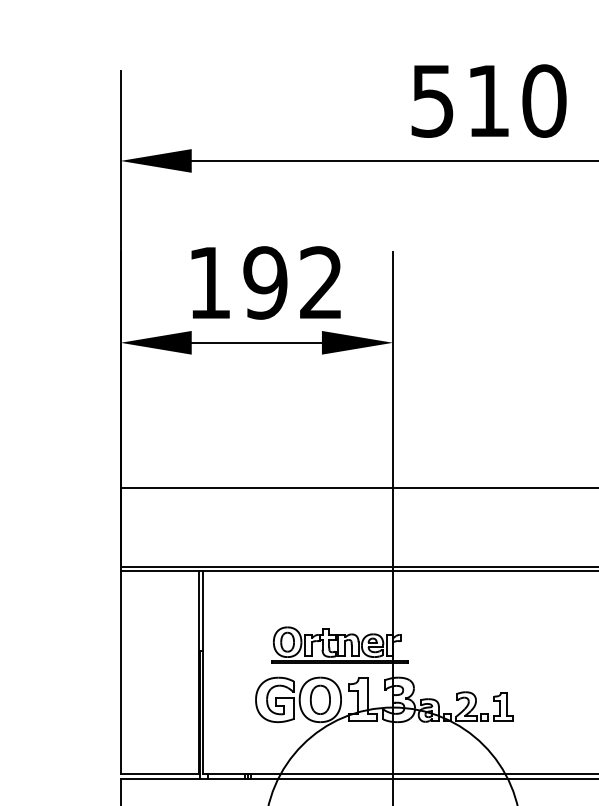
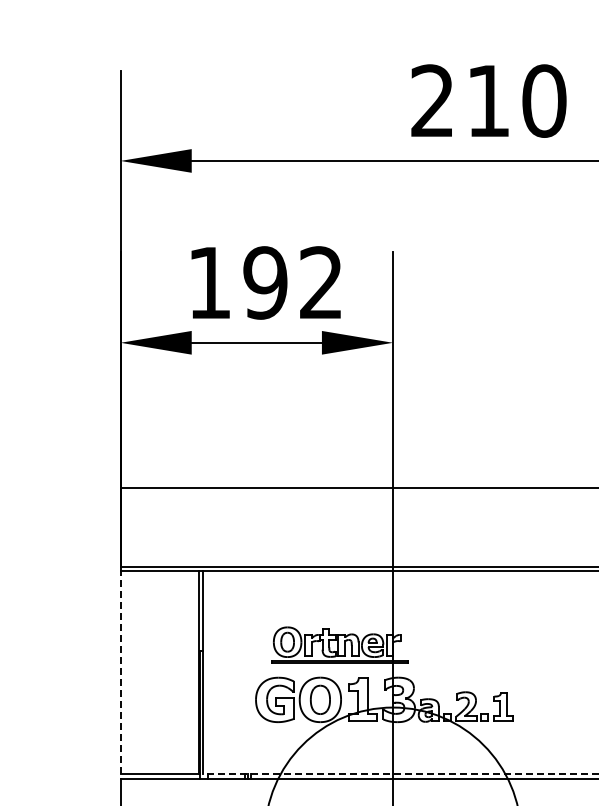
text at (432, 100): 510 -> 210
line at (120, 672): solid -> dashed
line at (400, 774): solid -> dashed
